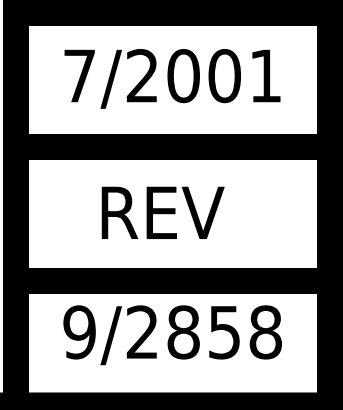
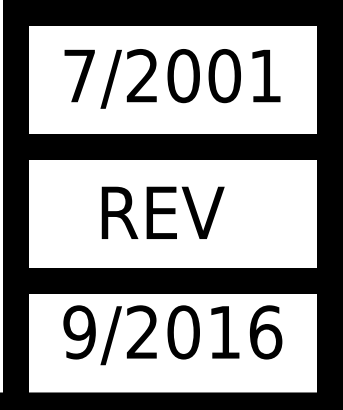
text at (224, 332): 9/2858 -> 9/2016
